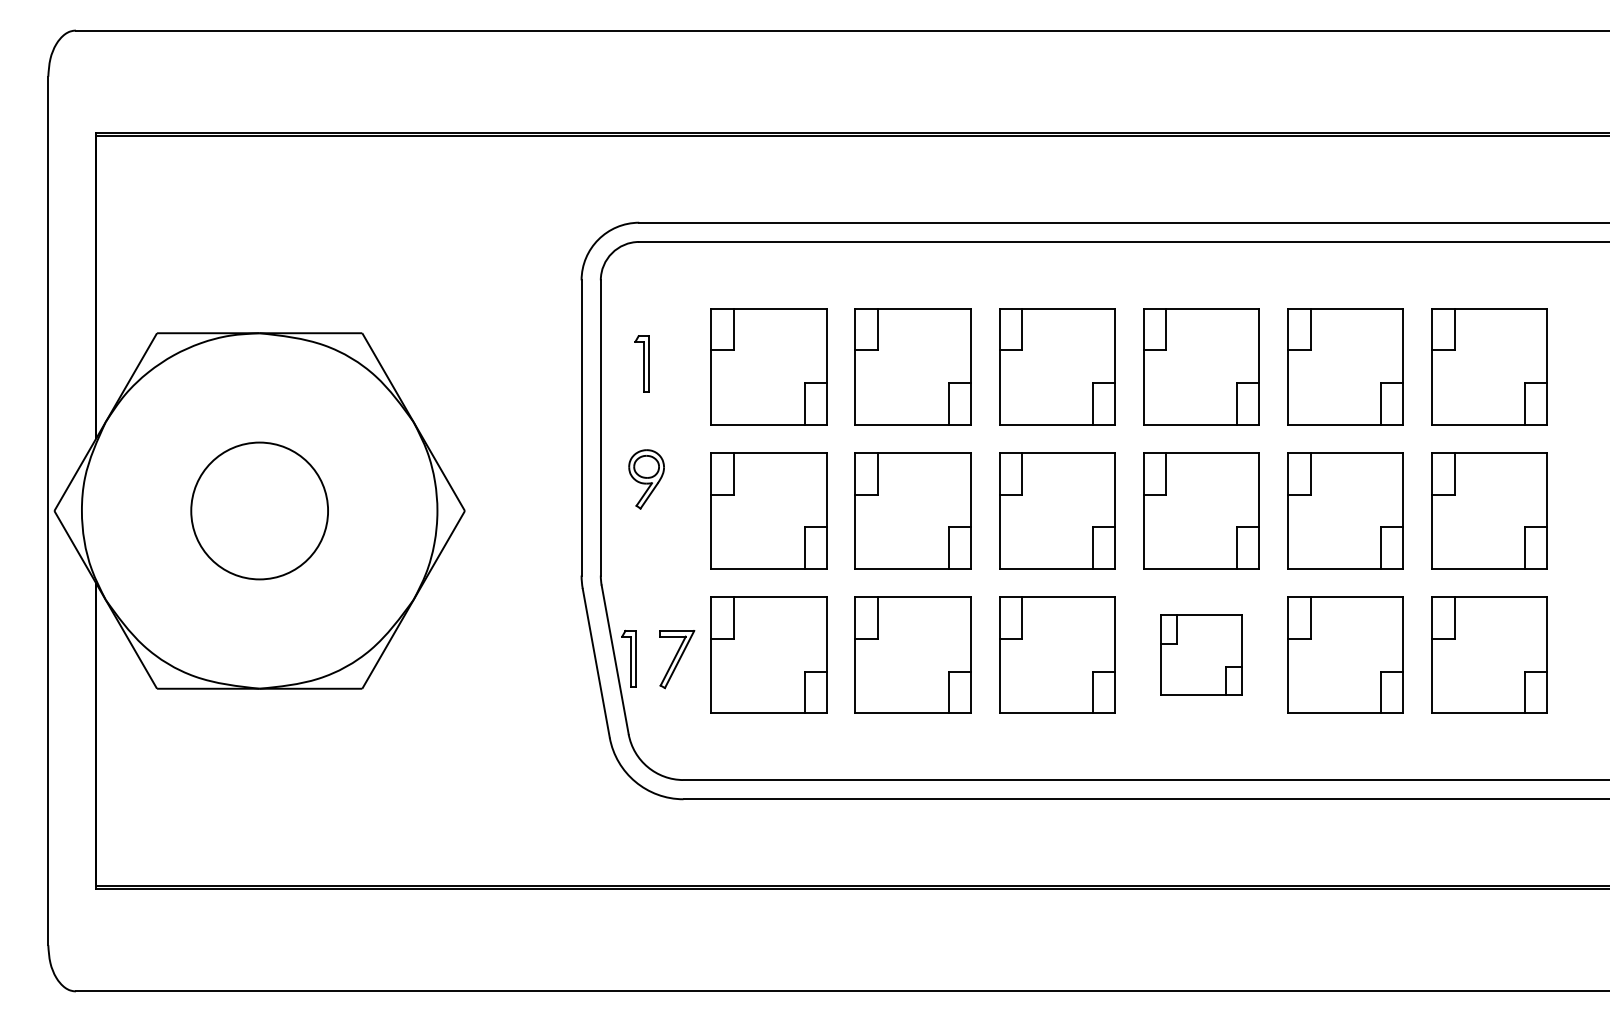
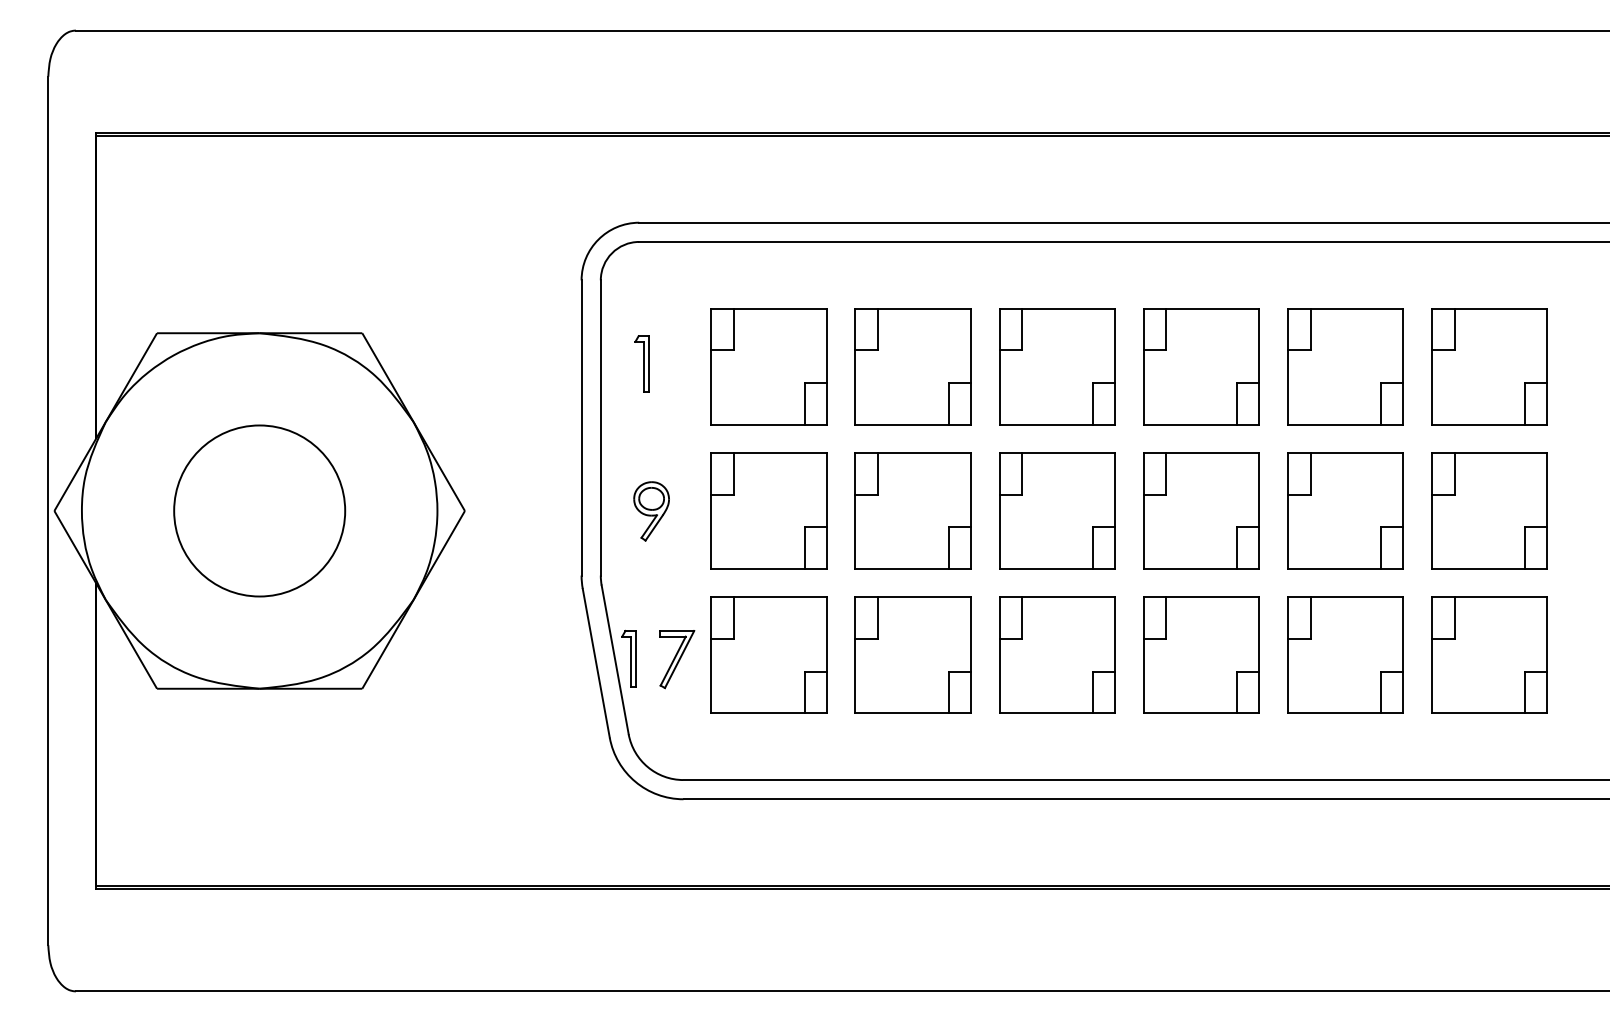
part at (646, 479) position: (646, 479) -> (651, 511)
circle at (259, 510) diameter: 137 px -> 171 px
part at (1201, 654) size: 83x82 px -> 117x118 px
